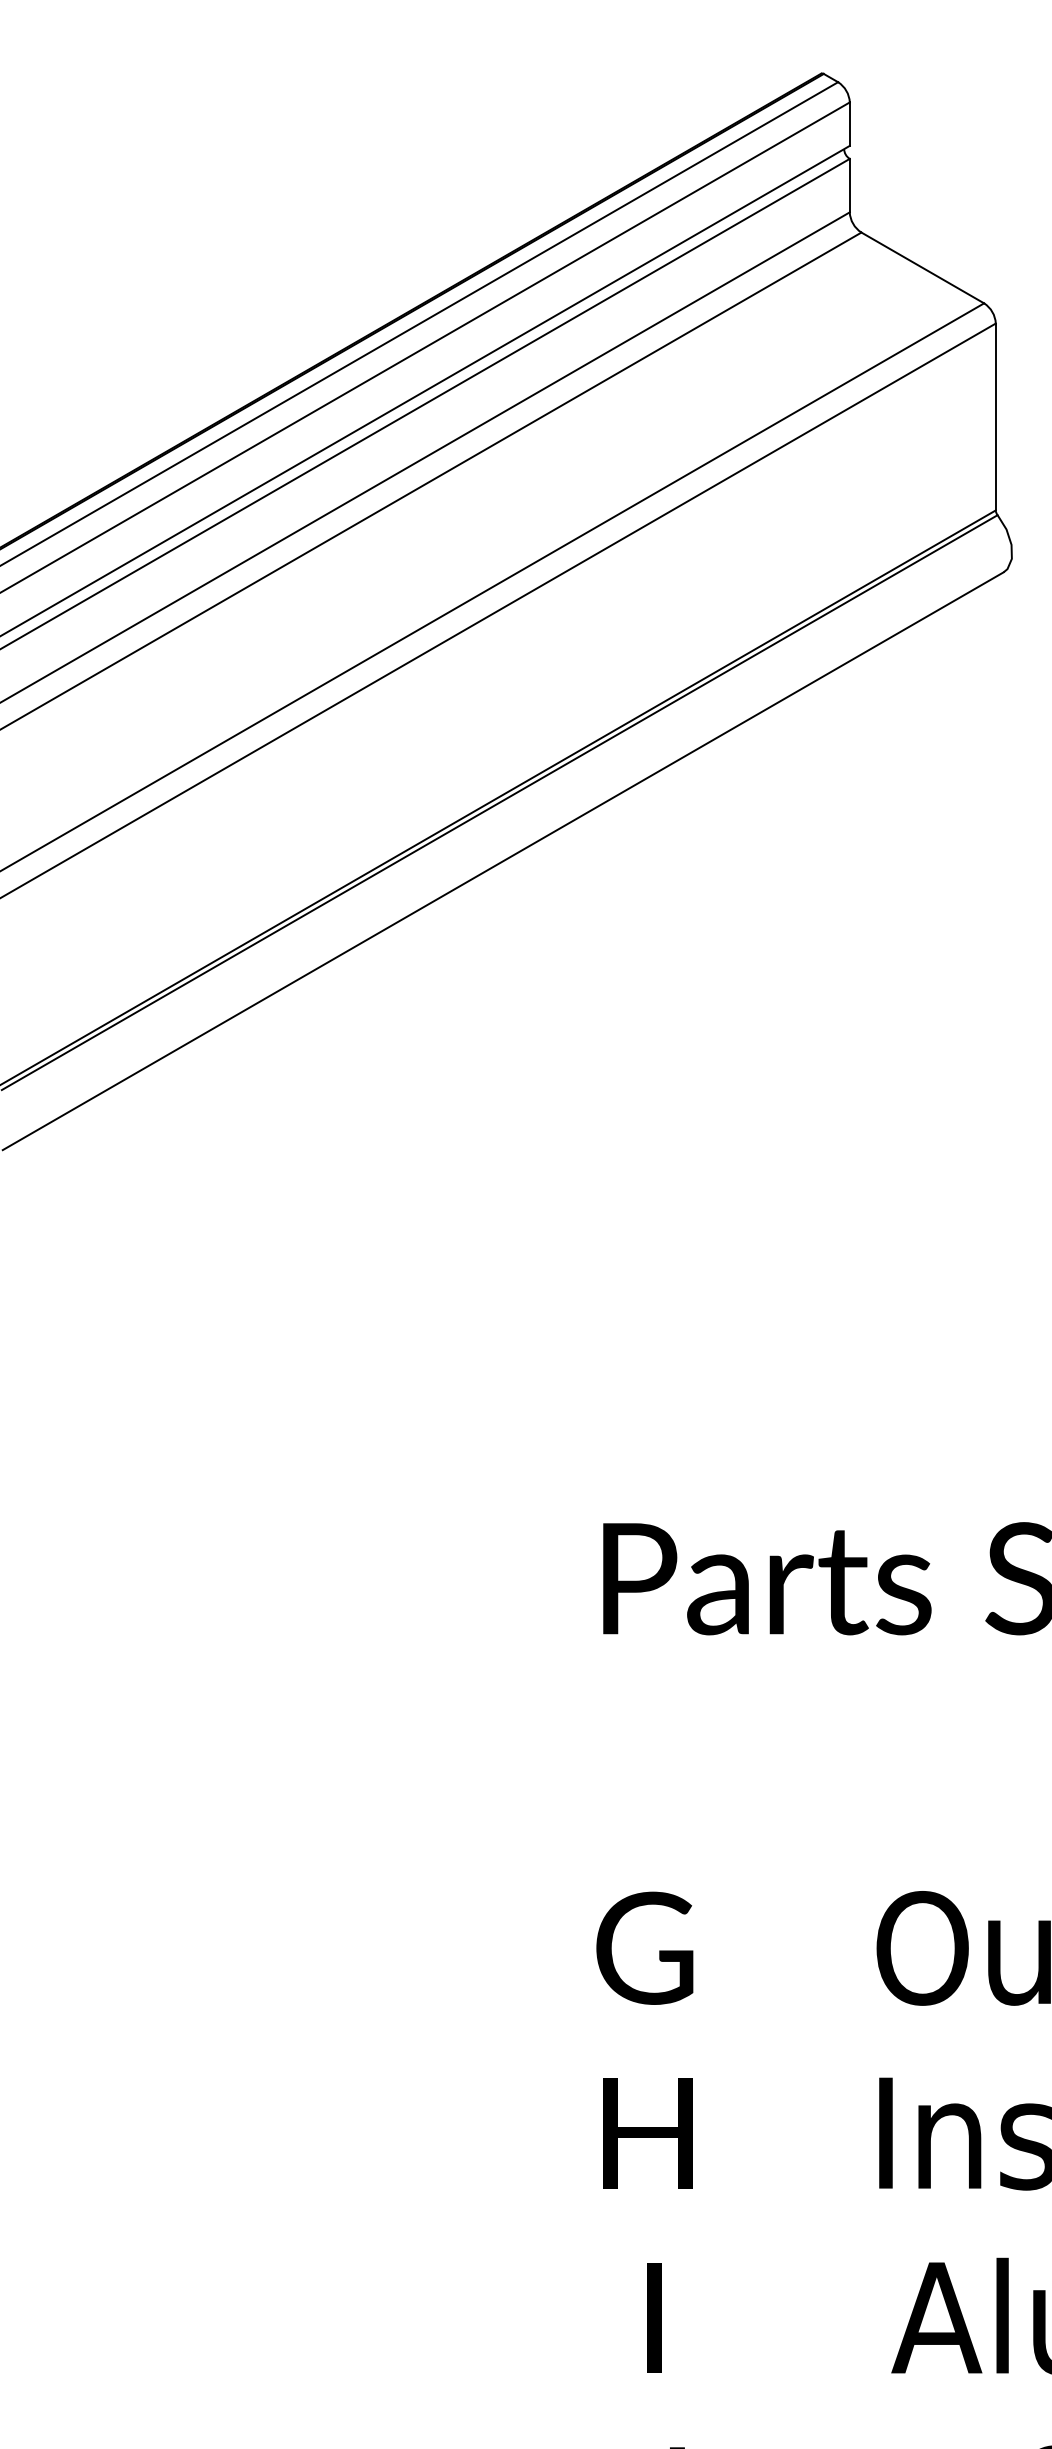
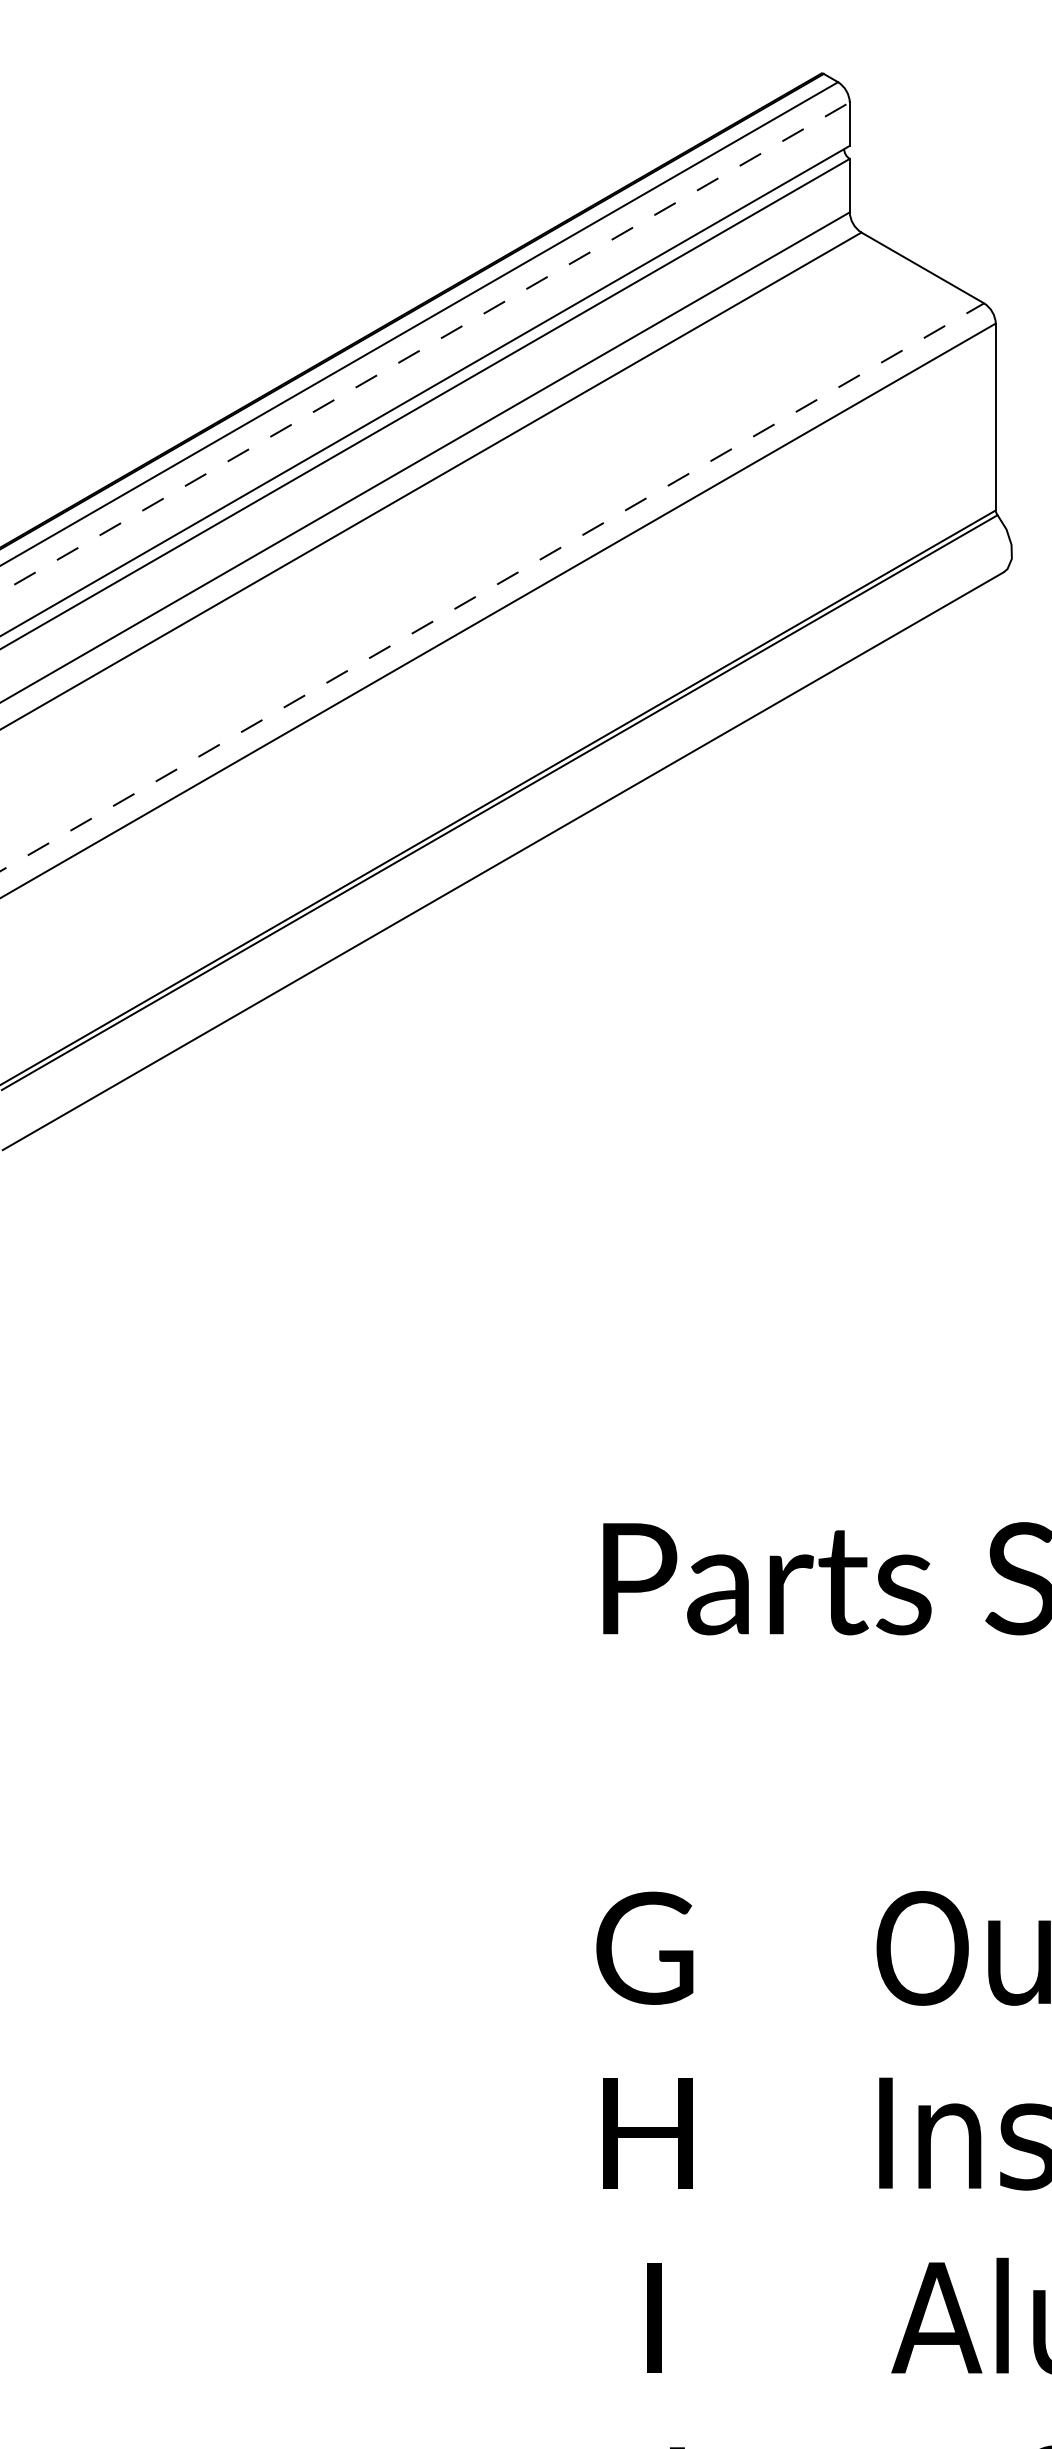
line at (425, 347): solid -> dashed
line at (492, 587): solid -> dashed
